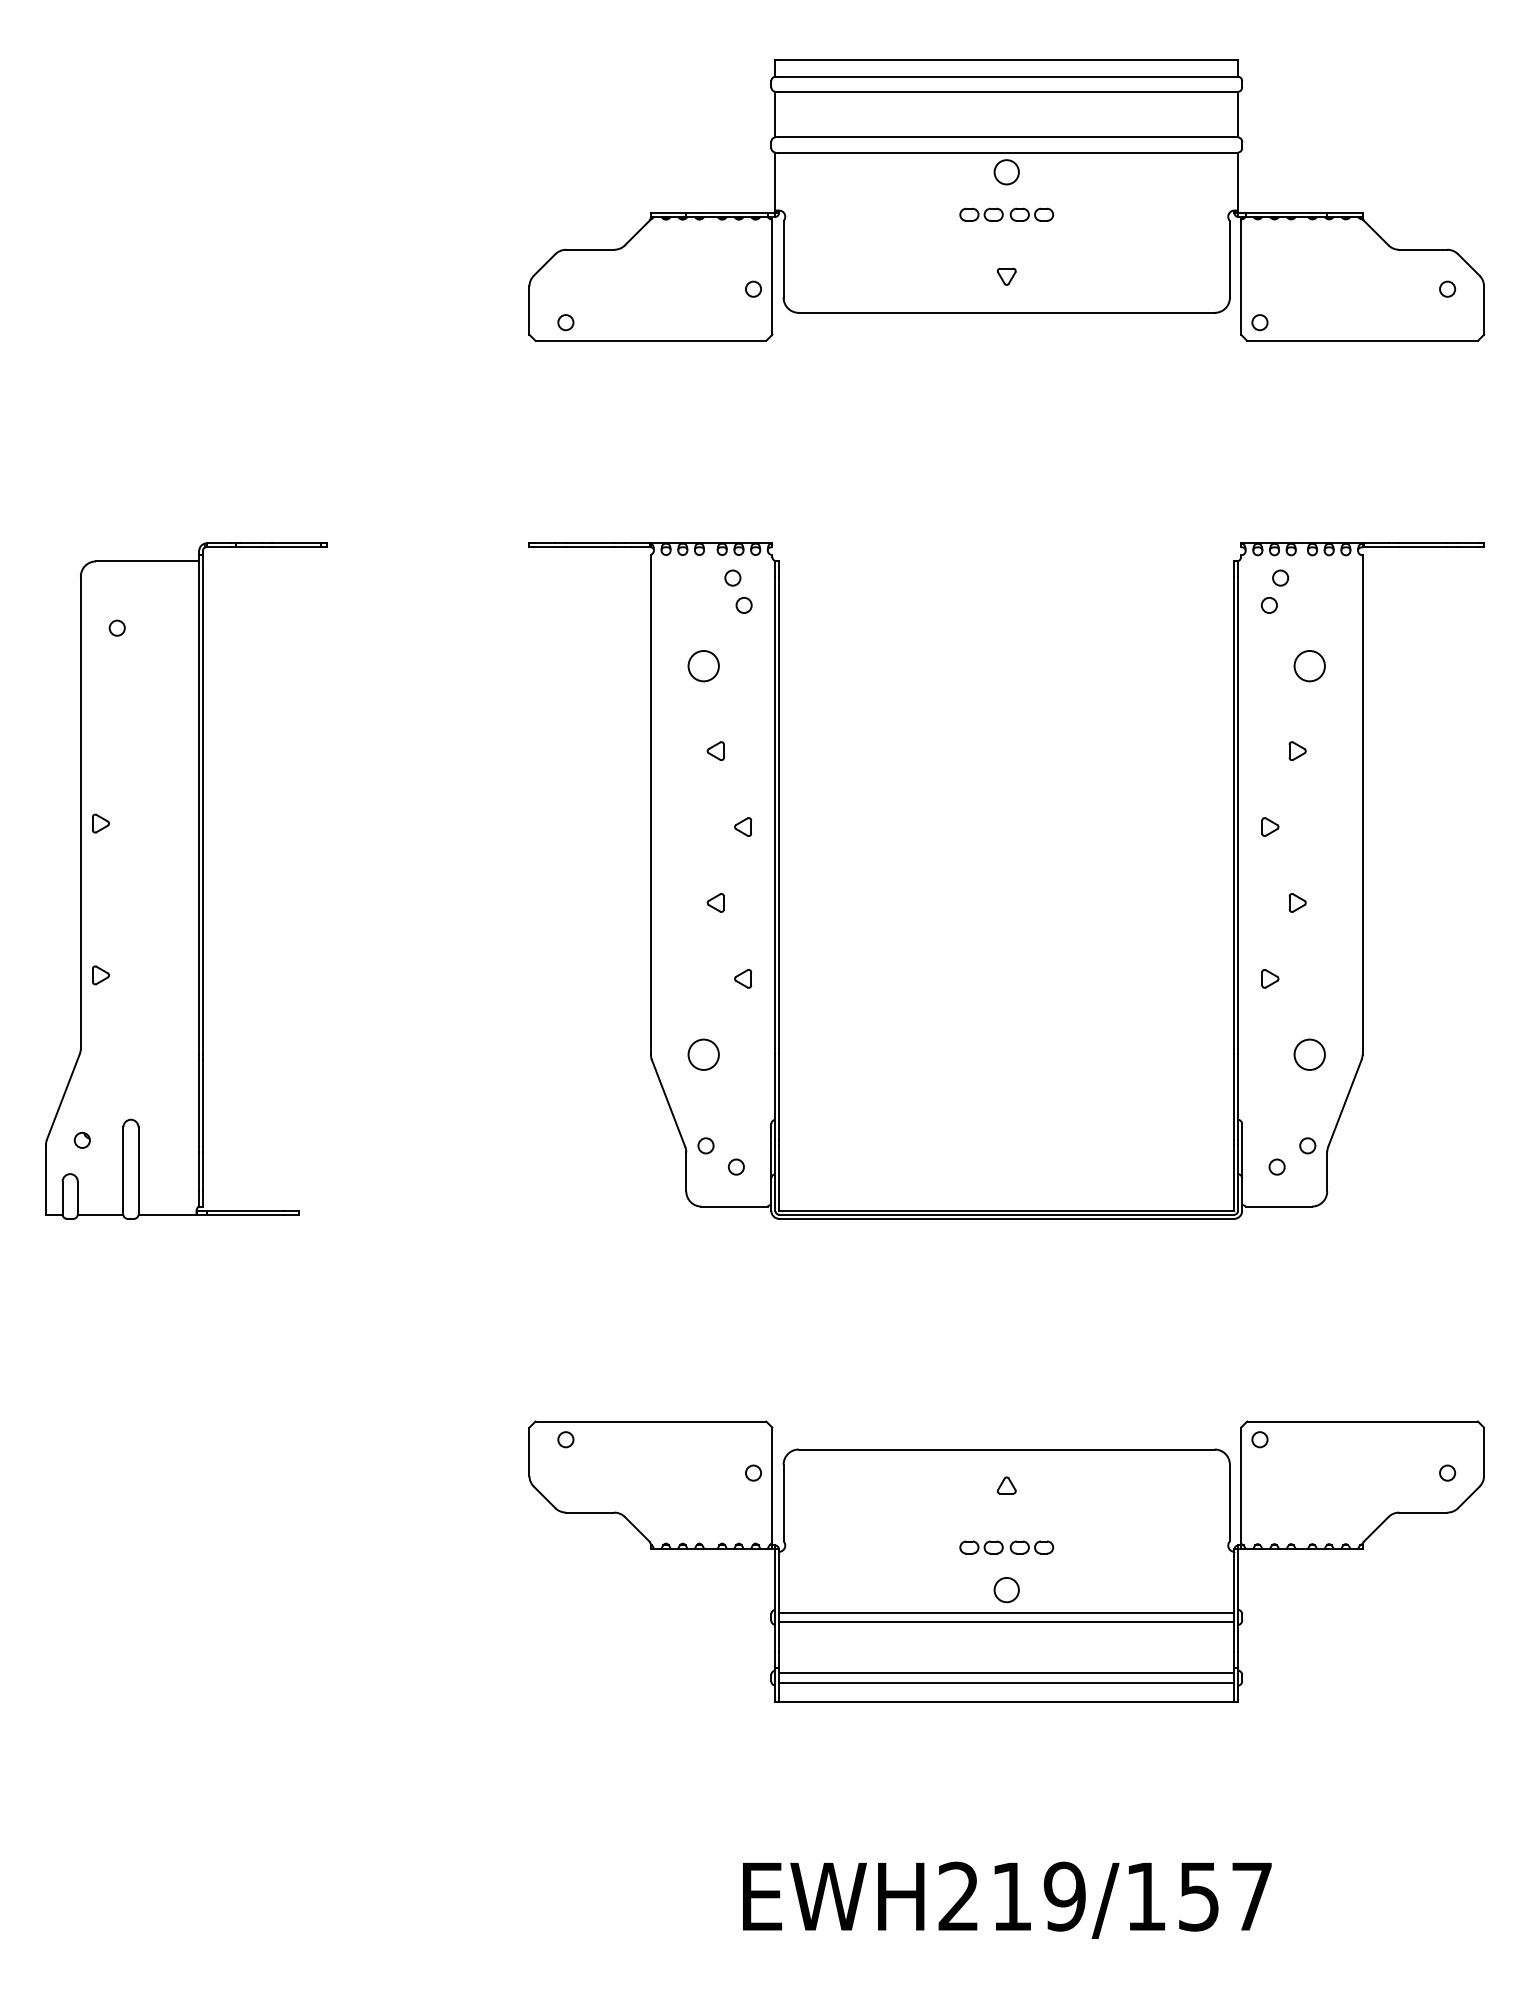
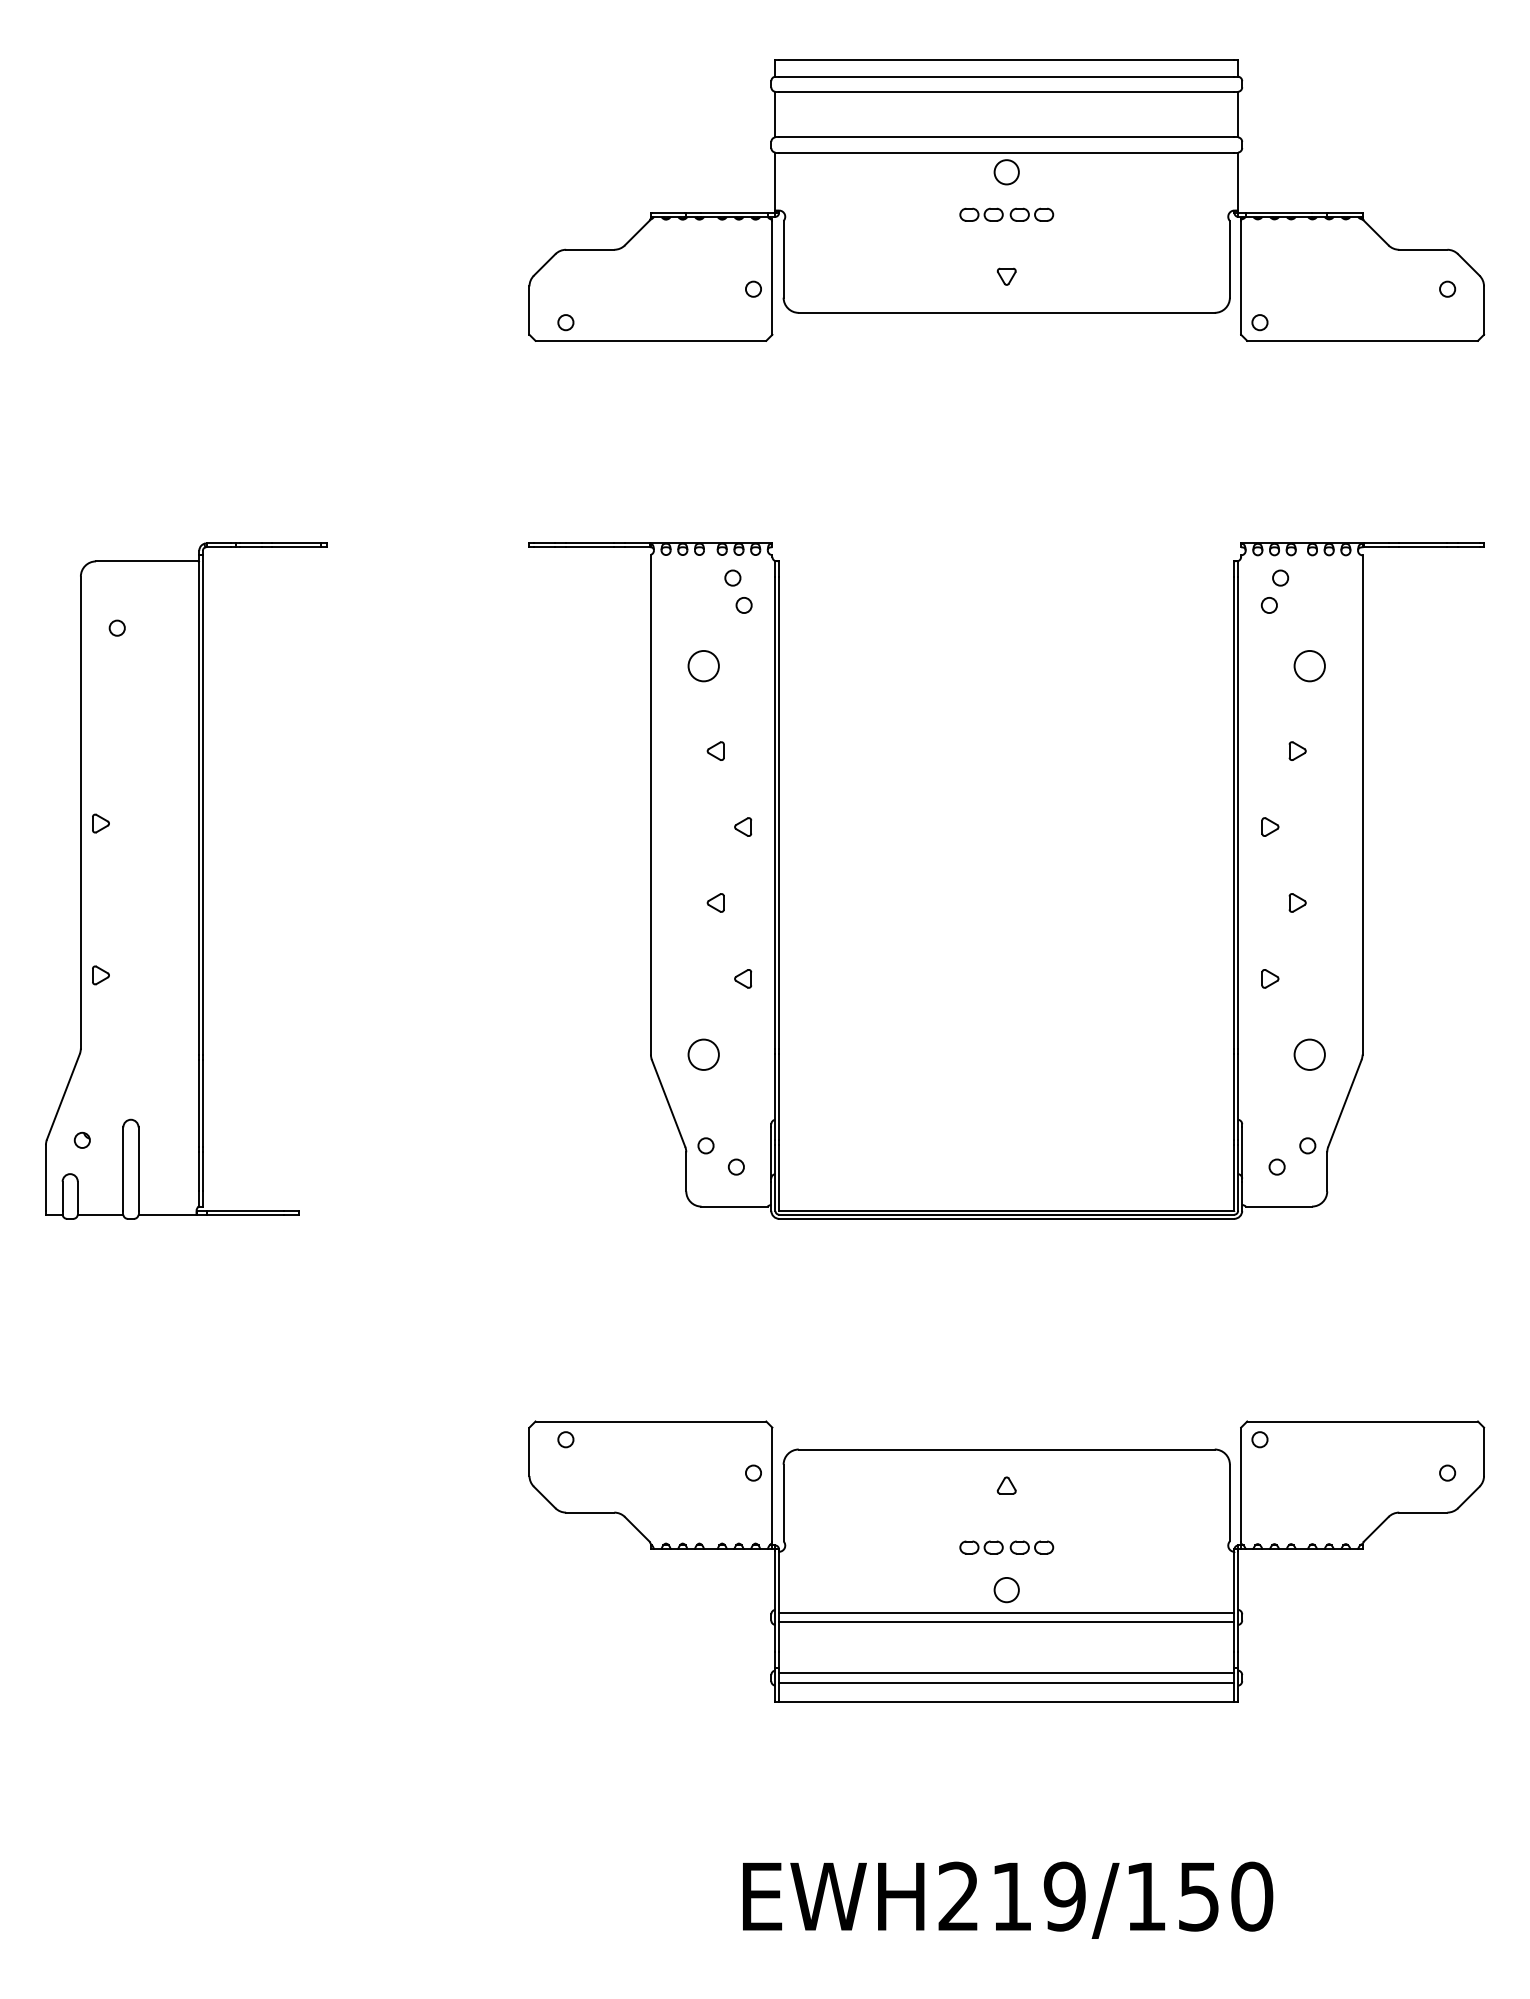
text at (1252, 1896): EWH219/157 -> EWH219/150
